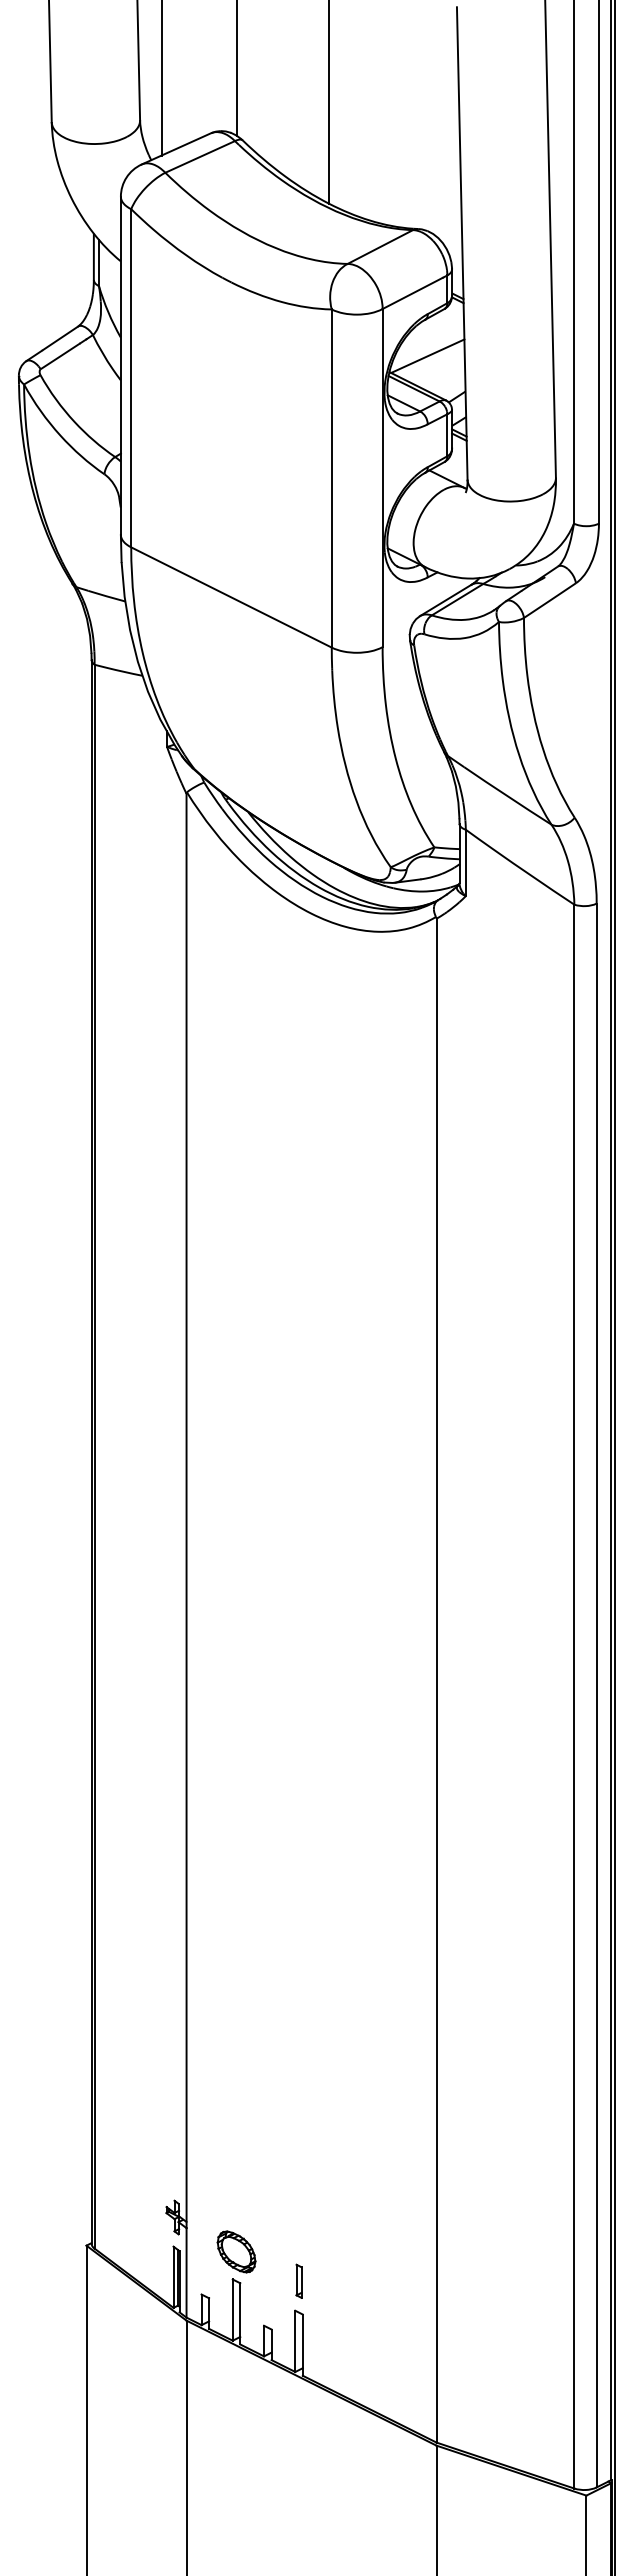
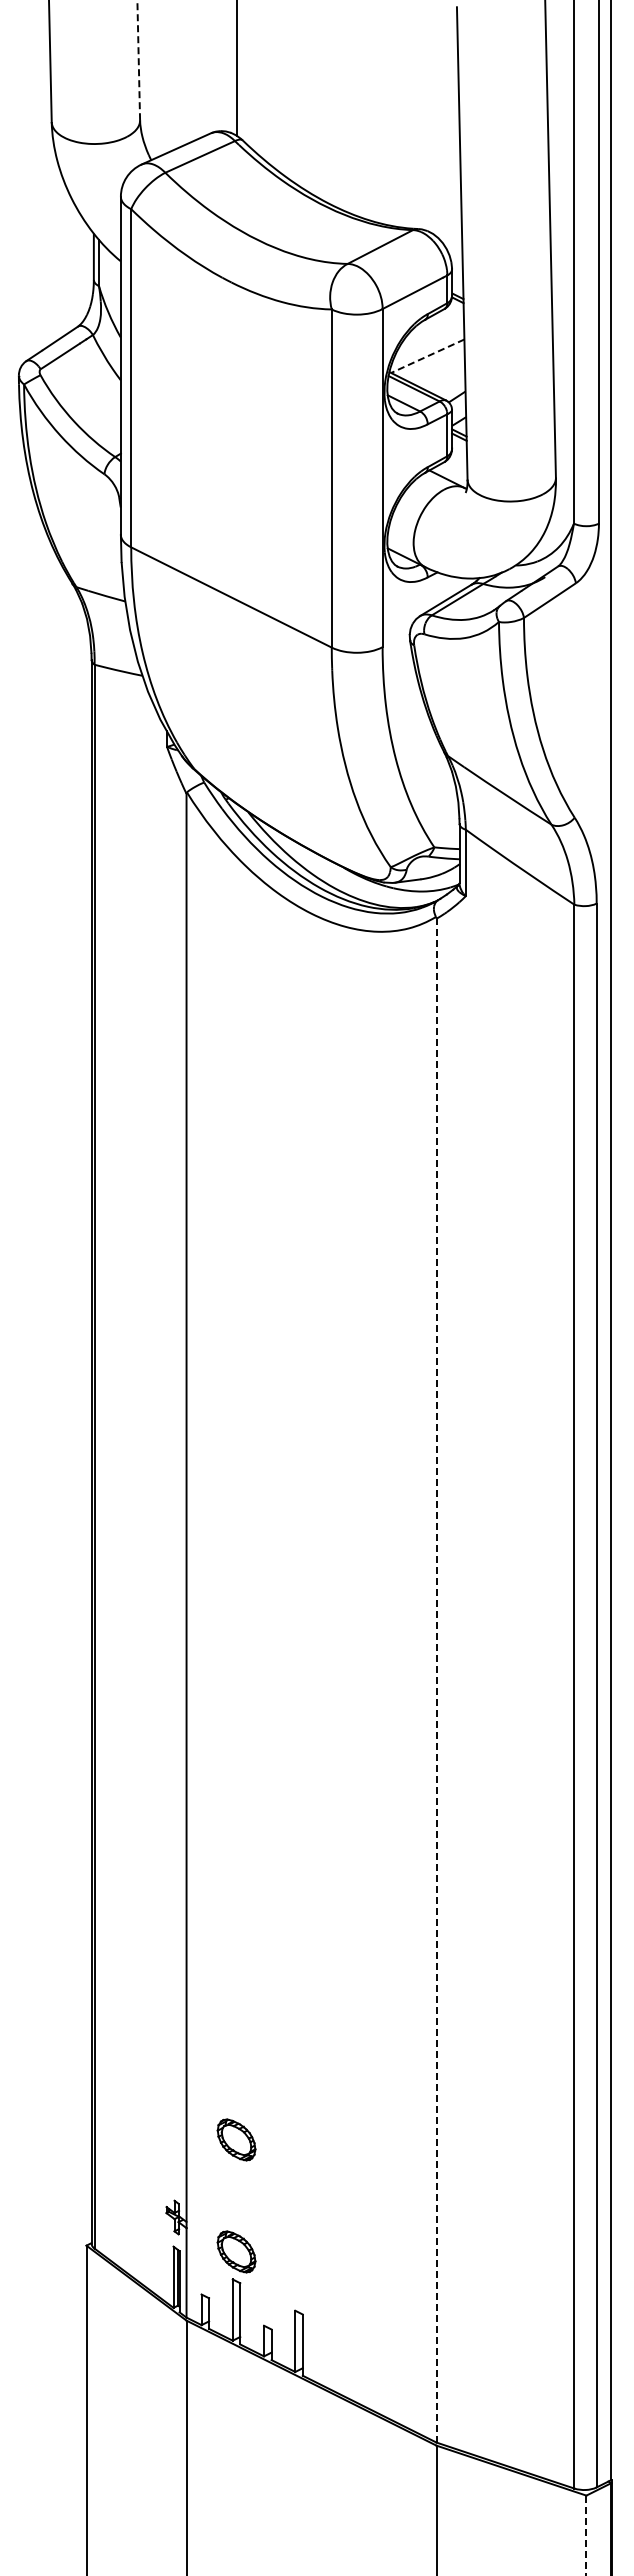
line at (138, 60): solid -> dashed
line at (161, 78): present -> none
line at (328, 102): present -> none
line at (427, 356): solid -> dashed
line at (615, 1287): present -> none
line at (436, 1680): solid -> dashed
part at (236, 2139): none -> present
part at (298, 2280): present -> none
line at (586, 2535): solid -> dashed
